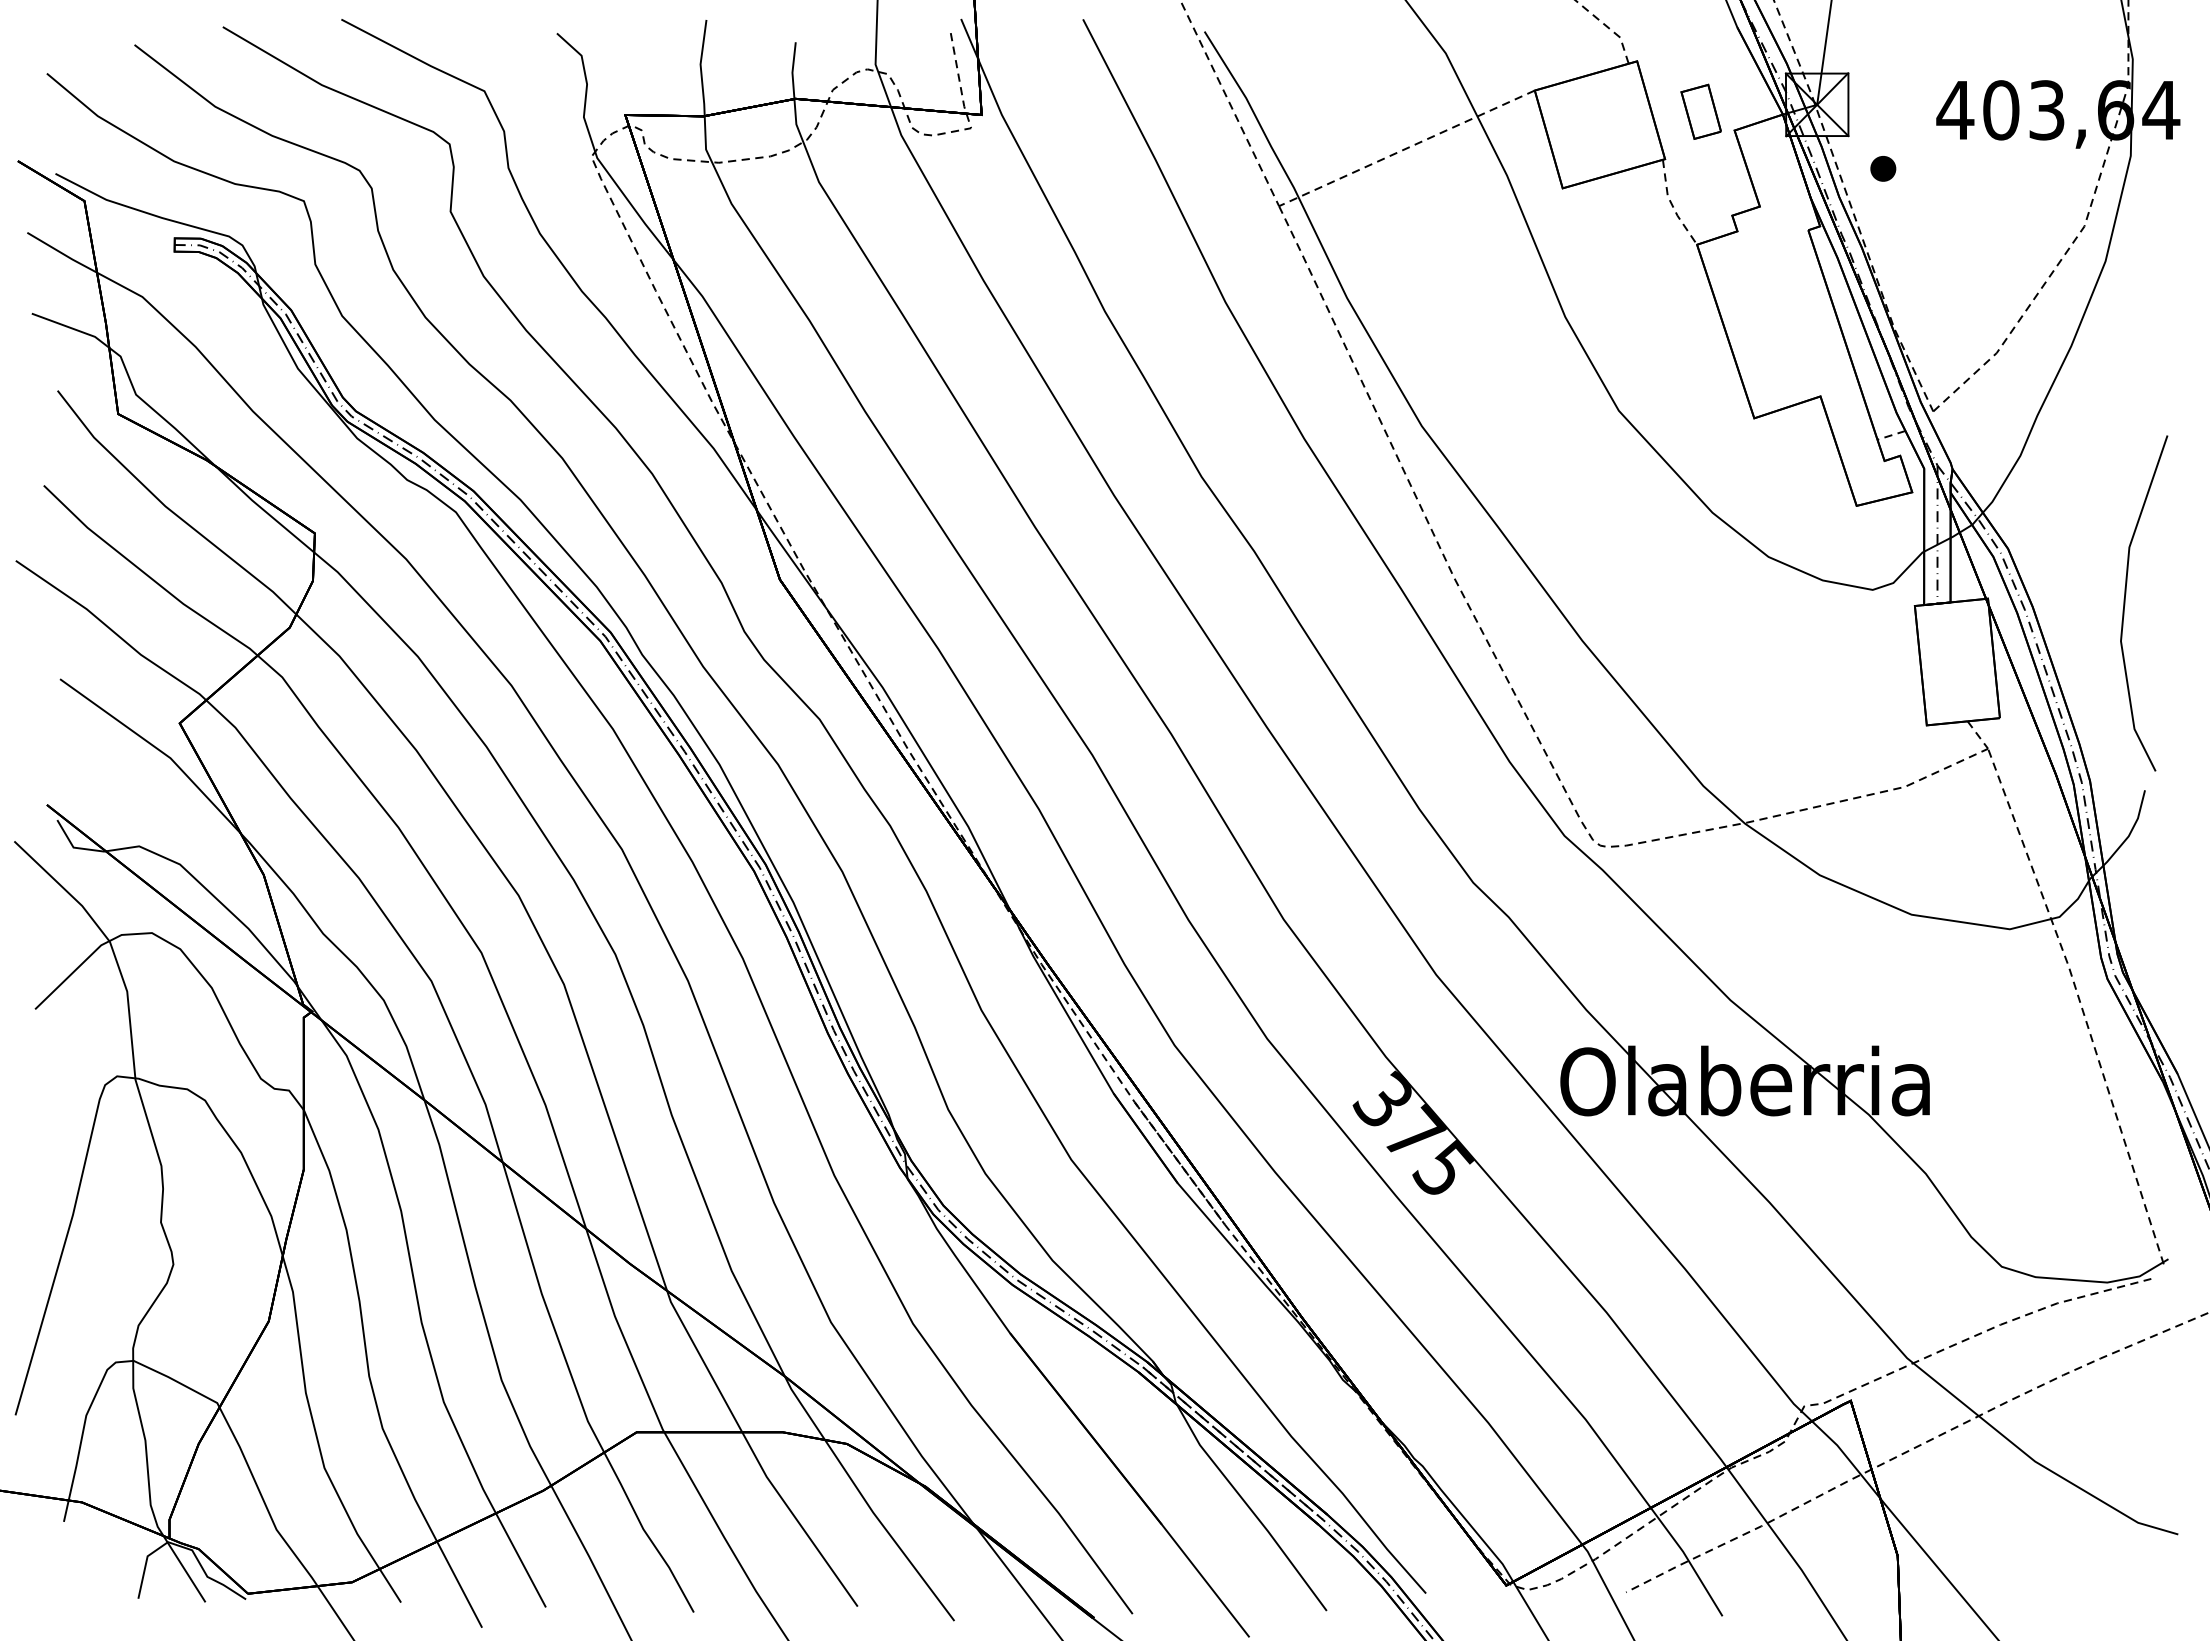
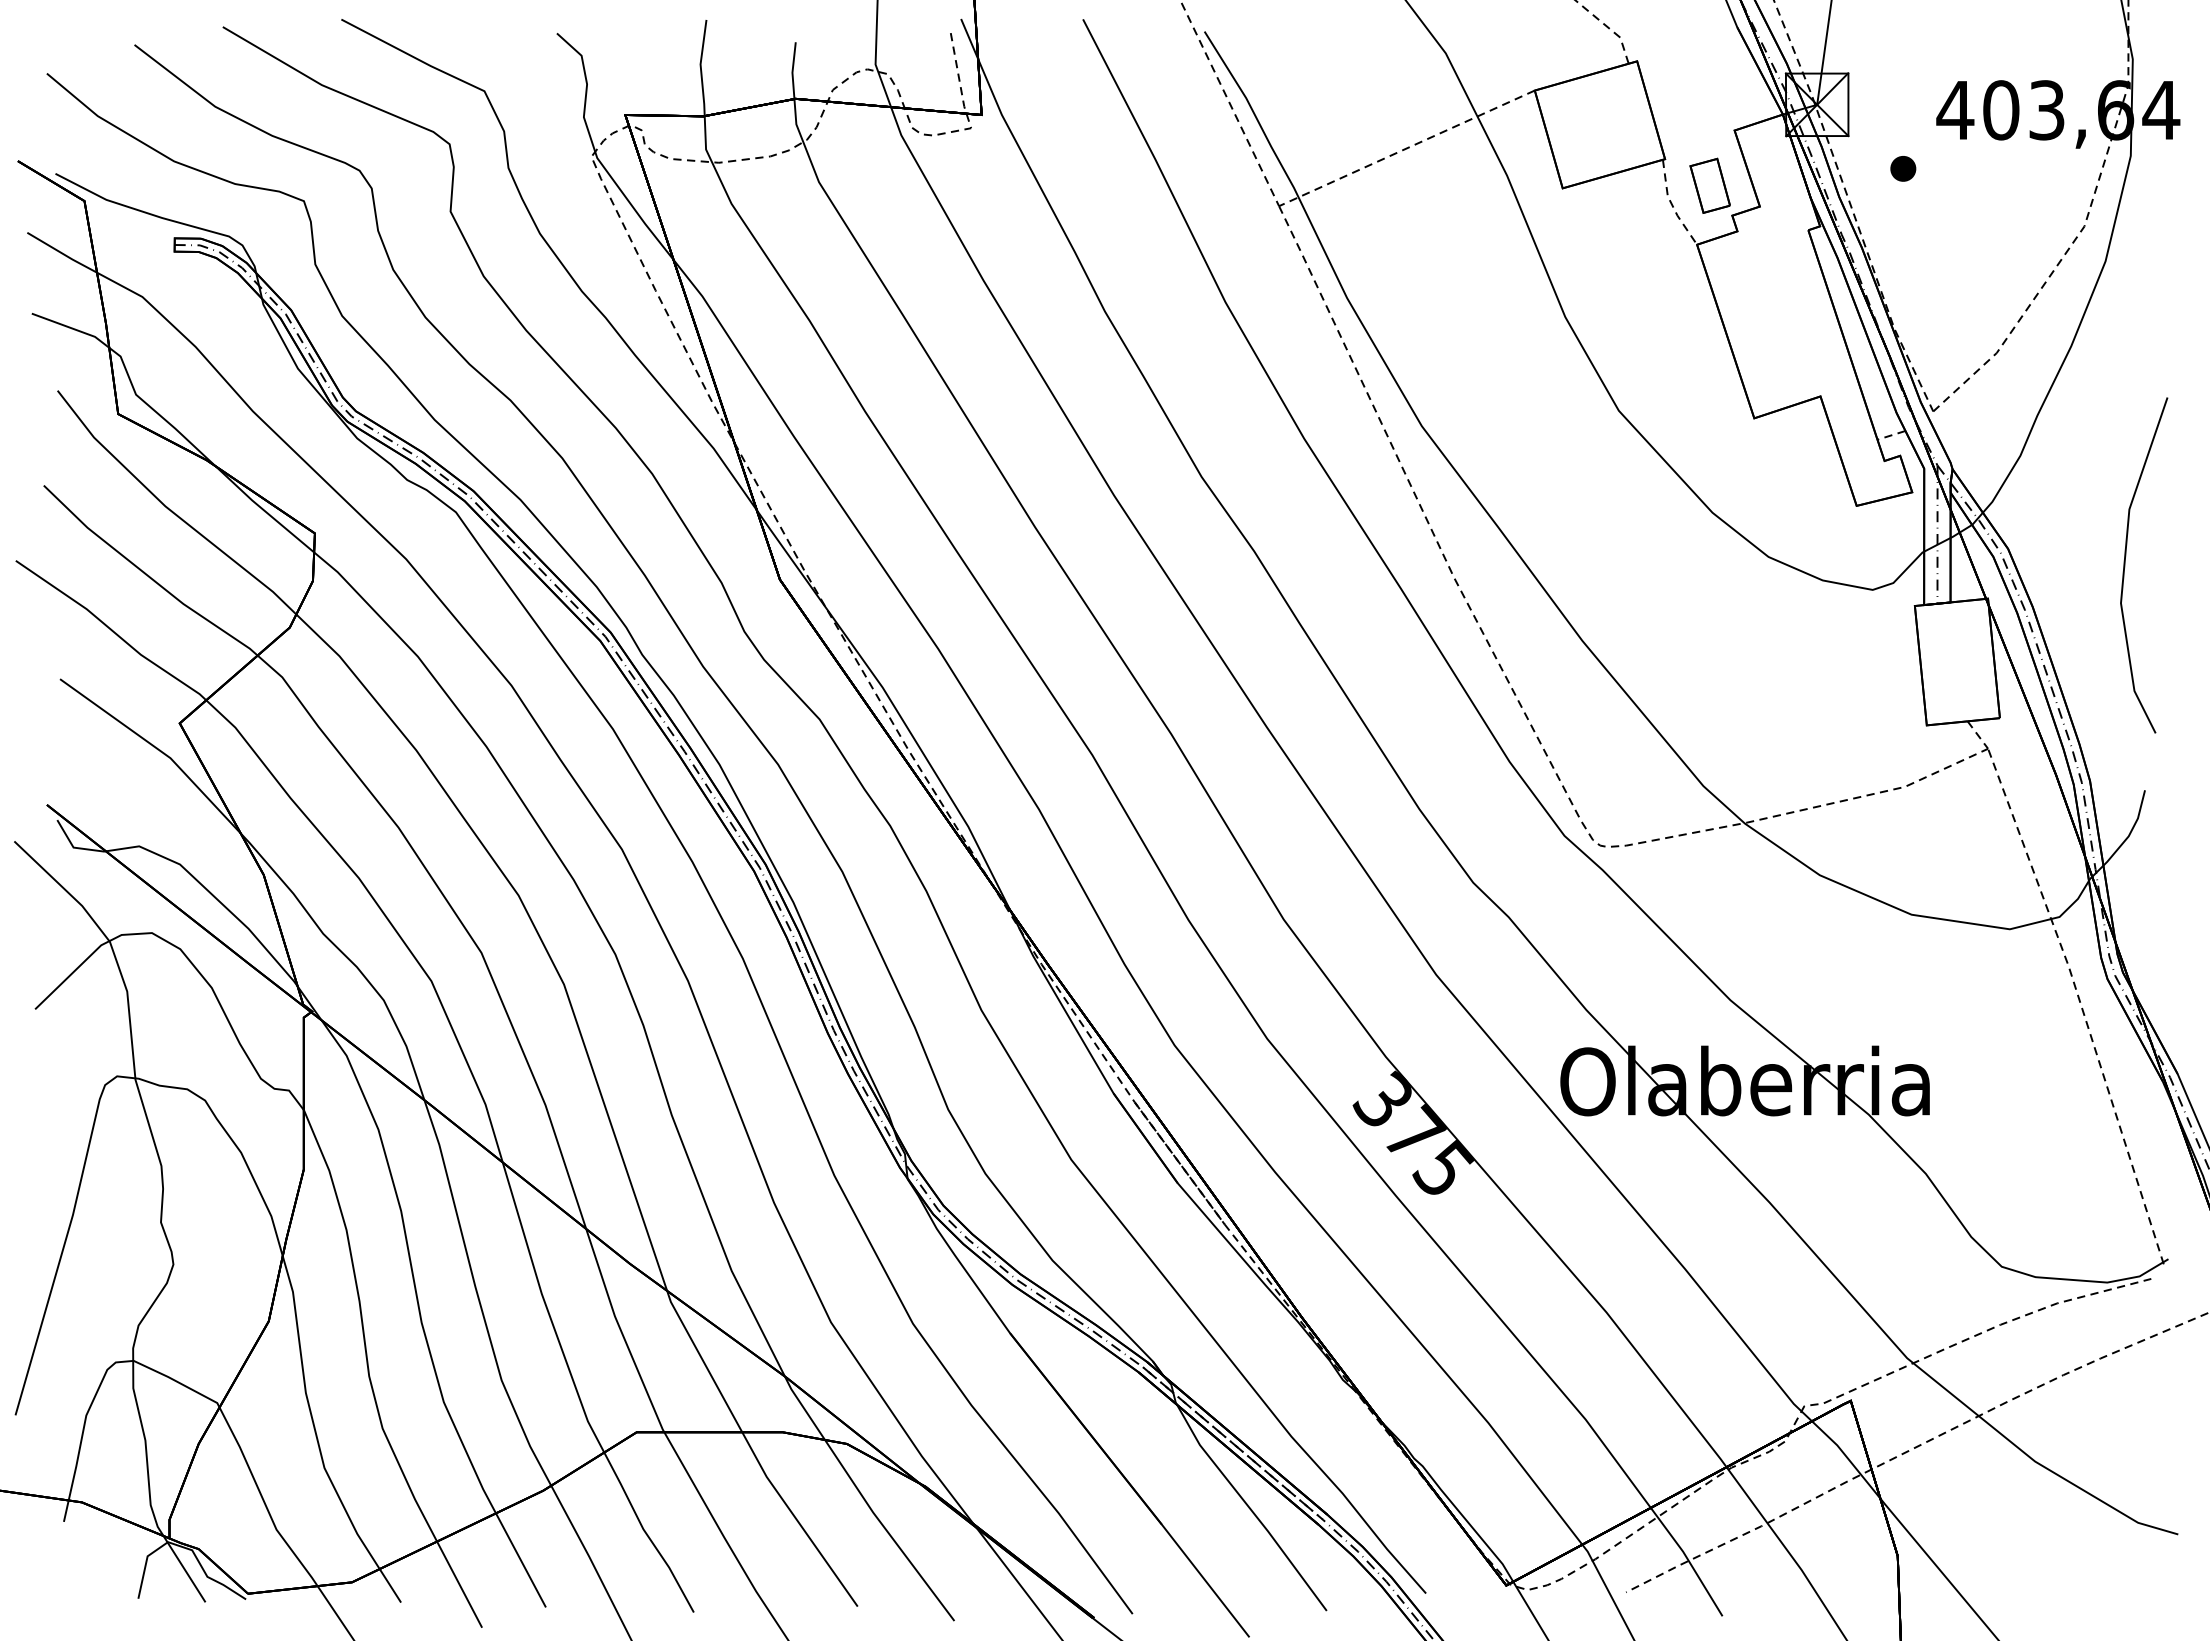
part at (1700, 111) position: (1700, 111) -> (1709, 185)
part at (1883, 168) position: (1883, 168) -> (1903, 168)
line at (2125, 603) position: (2125, 603) -> (2125, 565)
